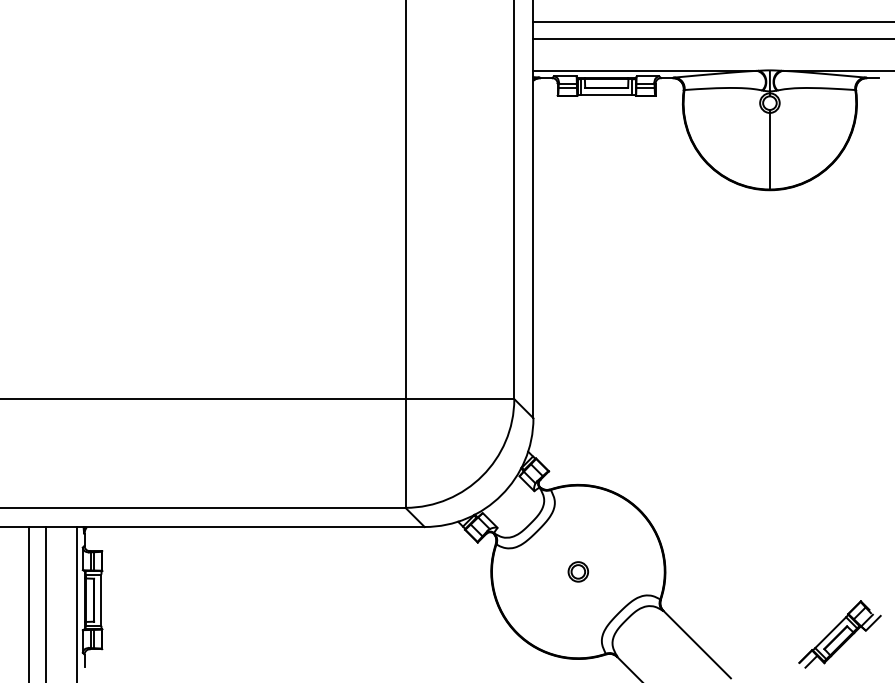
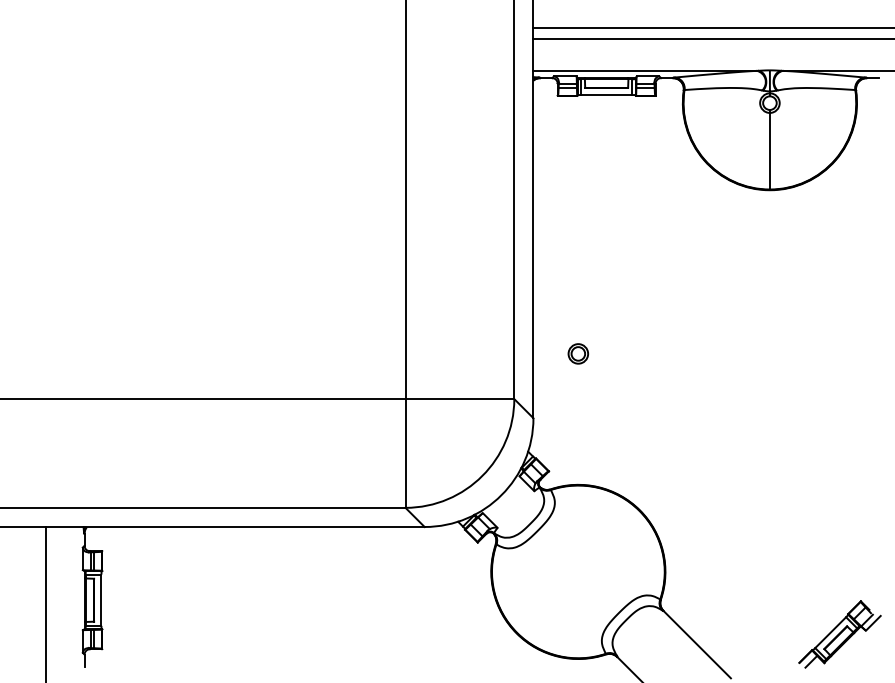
line at (712, 22) position: (712, 22) -> (712, 28)
part at (577, 571) position: (577, 571) -> (577, 353)
line at (28, 603): present -> none
line at (77, 603): present -> none
